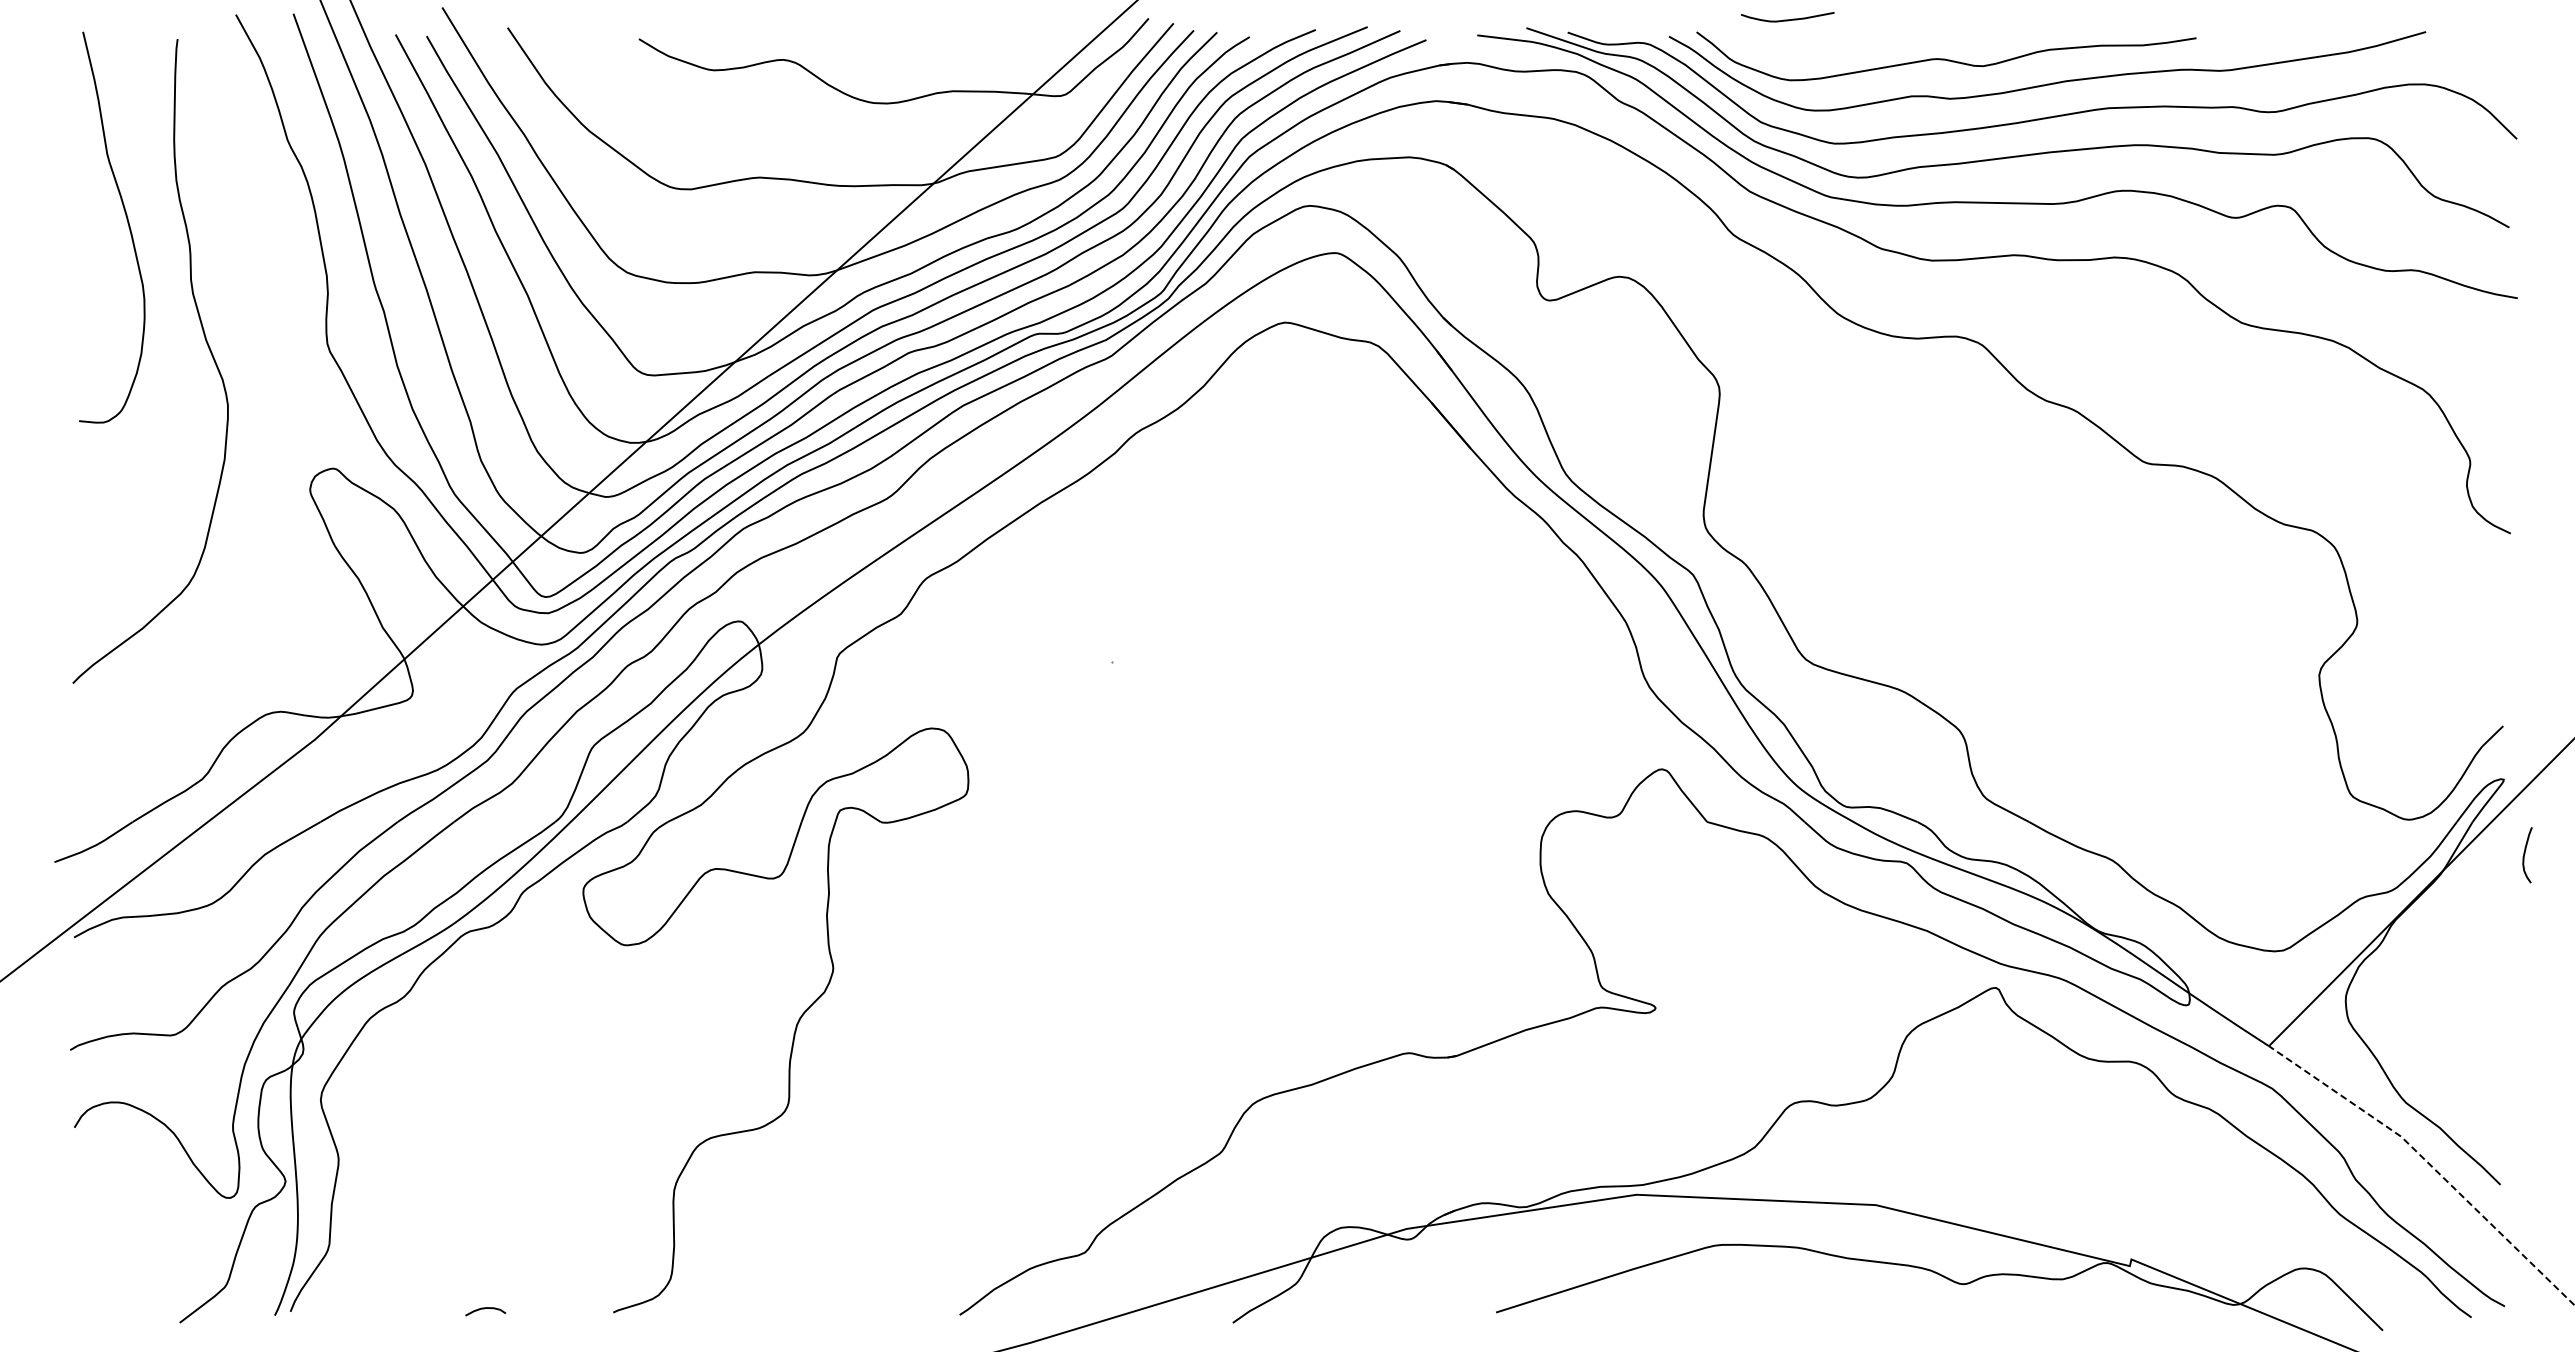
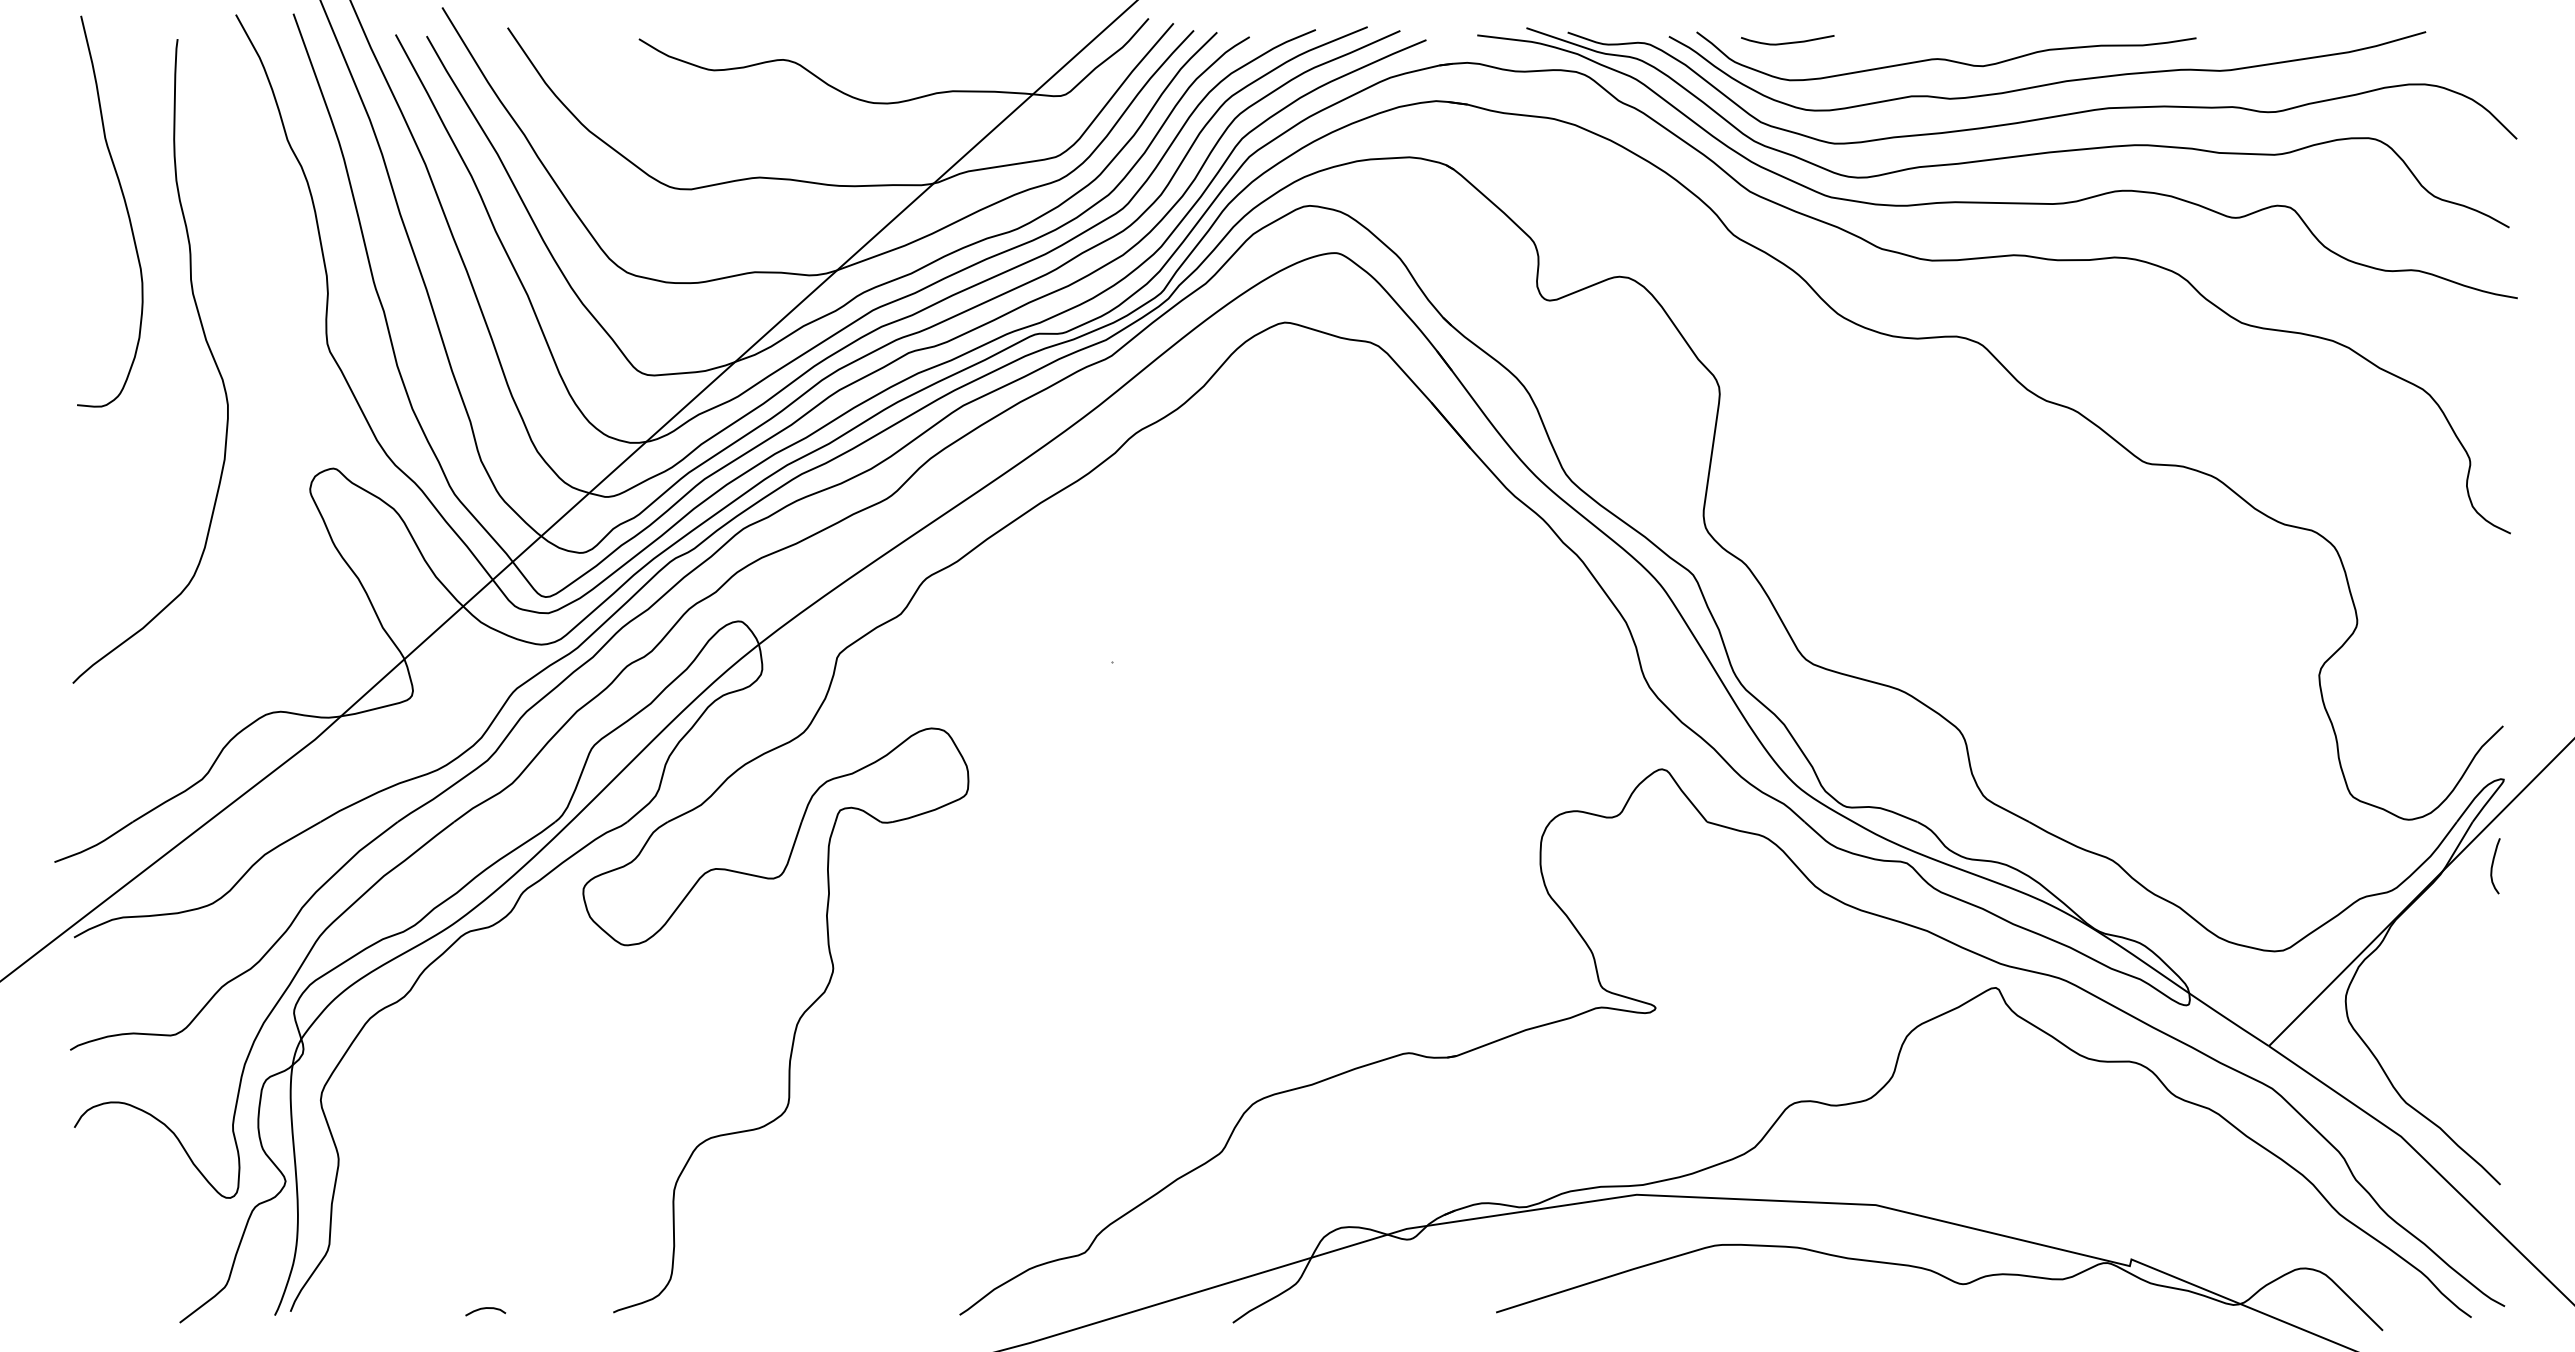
curve at (1787, 19) position: (1787, 19) -> (1787, 42)
curve at (127, 223) position: (127, 223) -> (125, 207)
curve at (2525, 854) position: (2525, 854) -> (2493, 865)
line at (2429, 1164): dashed -> solid
